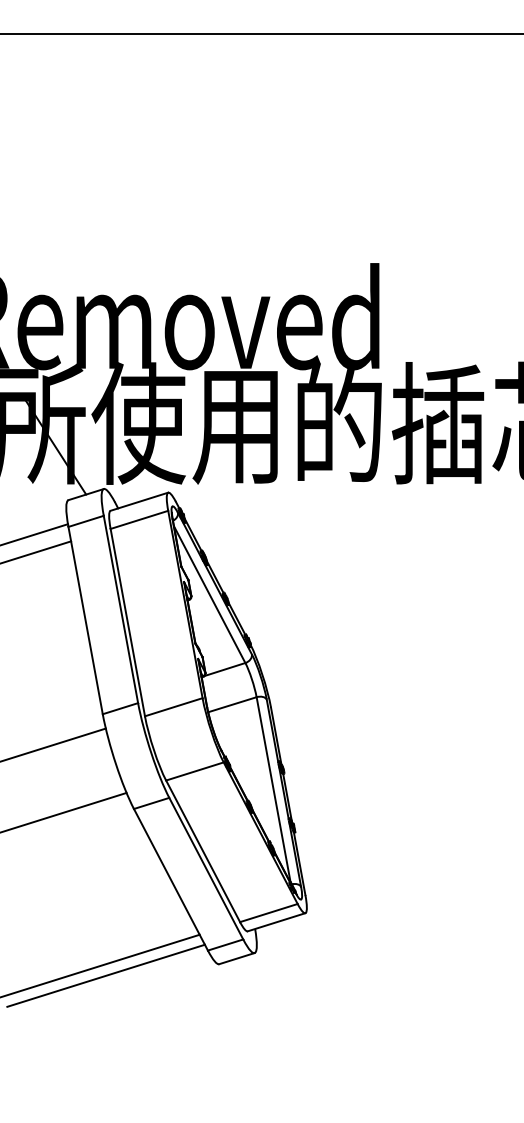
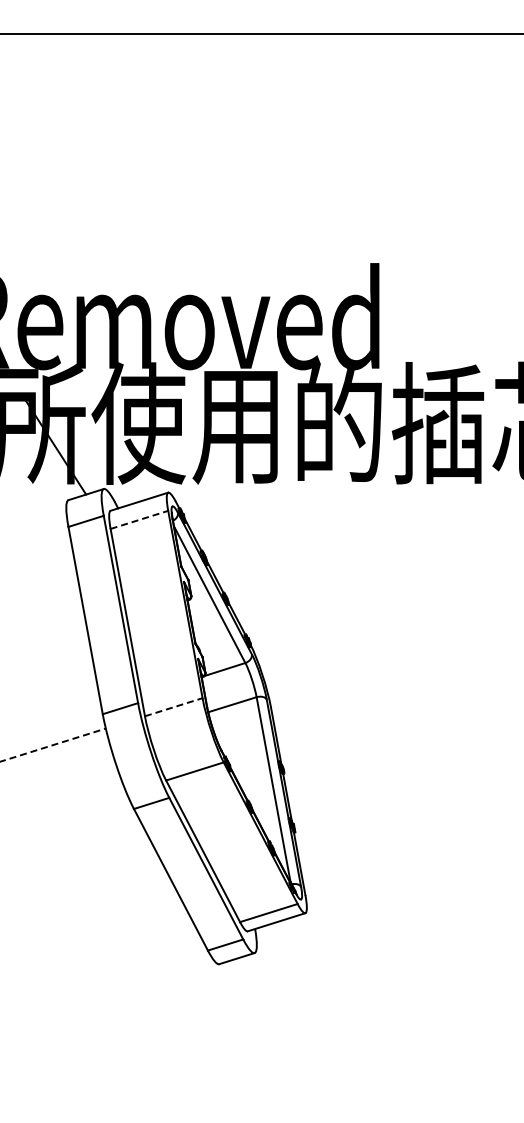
line at (139, 519): solid -> dashed
line at (34, 534): present -> none
line at (36, 552): present -> none
line at (174, 707): solid -> dashed
line at (53, 745): solid -> dashed
line at (64, 812): present -> none
line at (100, 965): present -> none
line at (105, 975): present -> none
